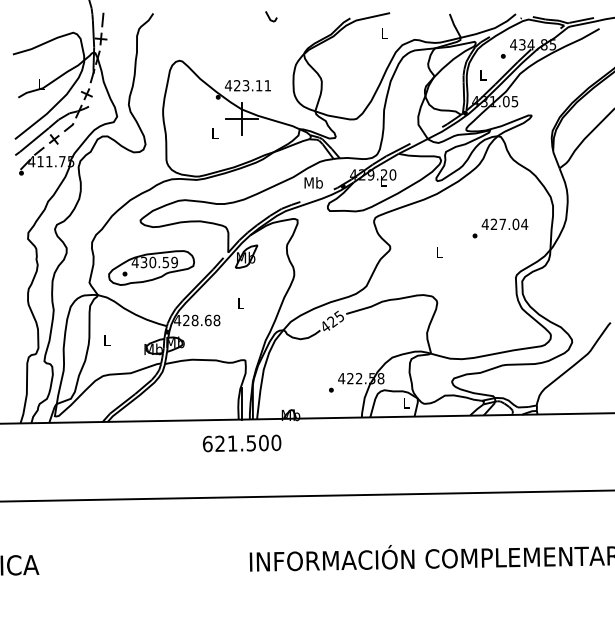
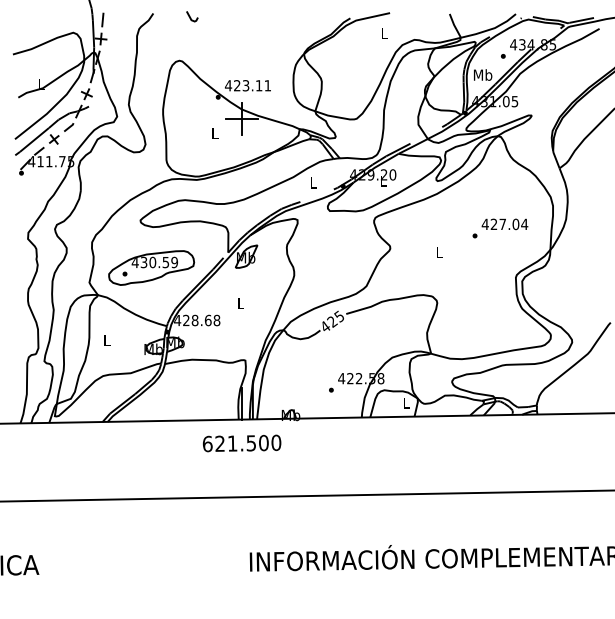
line at (270, 17) position: (270, 17) -> (191, 17)
text at (482, 74): L -> Mb
text at (313, 182): Mb -> L
